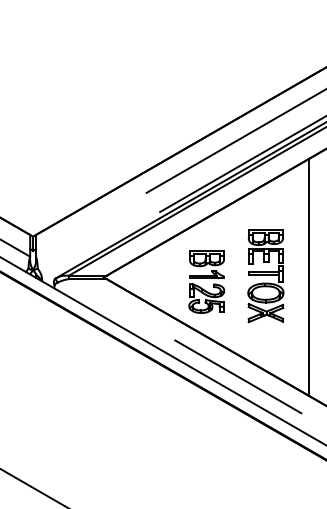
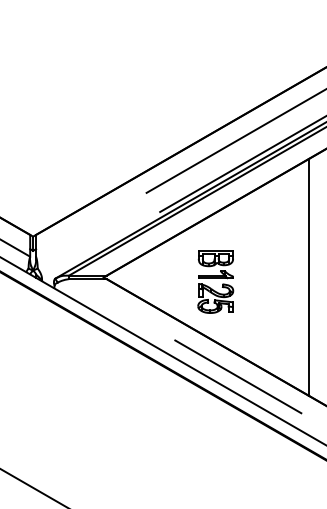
part at (265, 276): present -> none
part at (206, 281) position: (206, 281) -> (215, 281)
